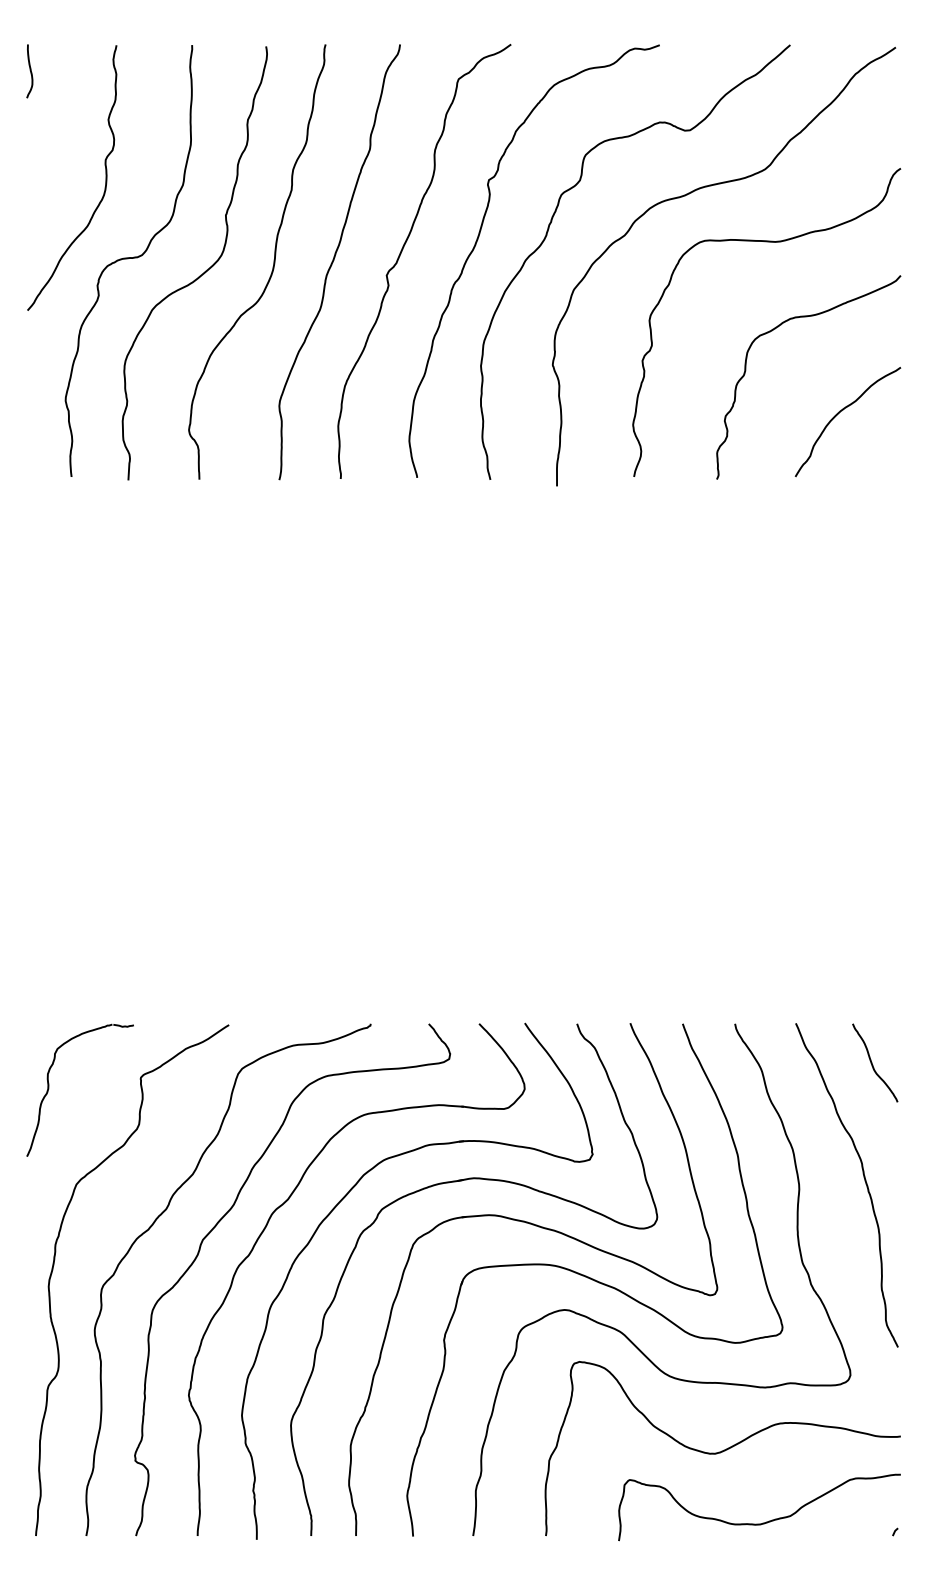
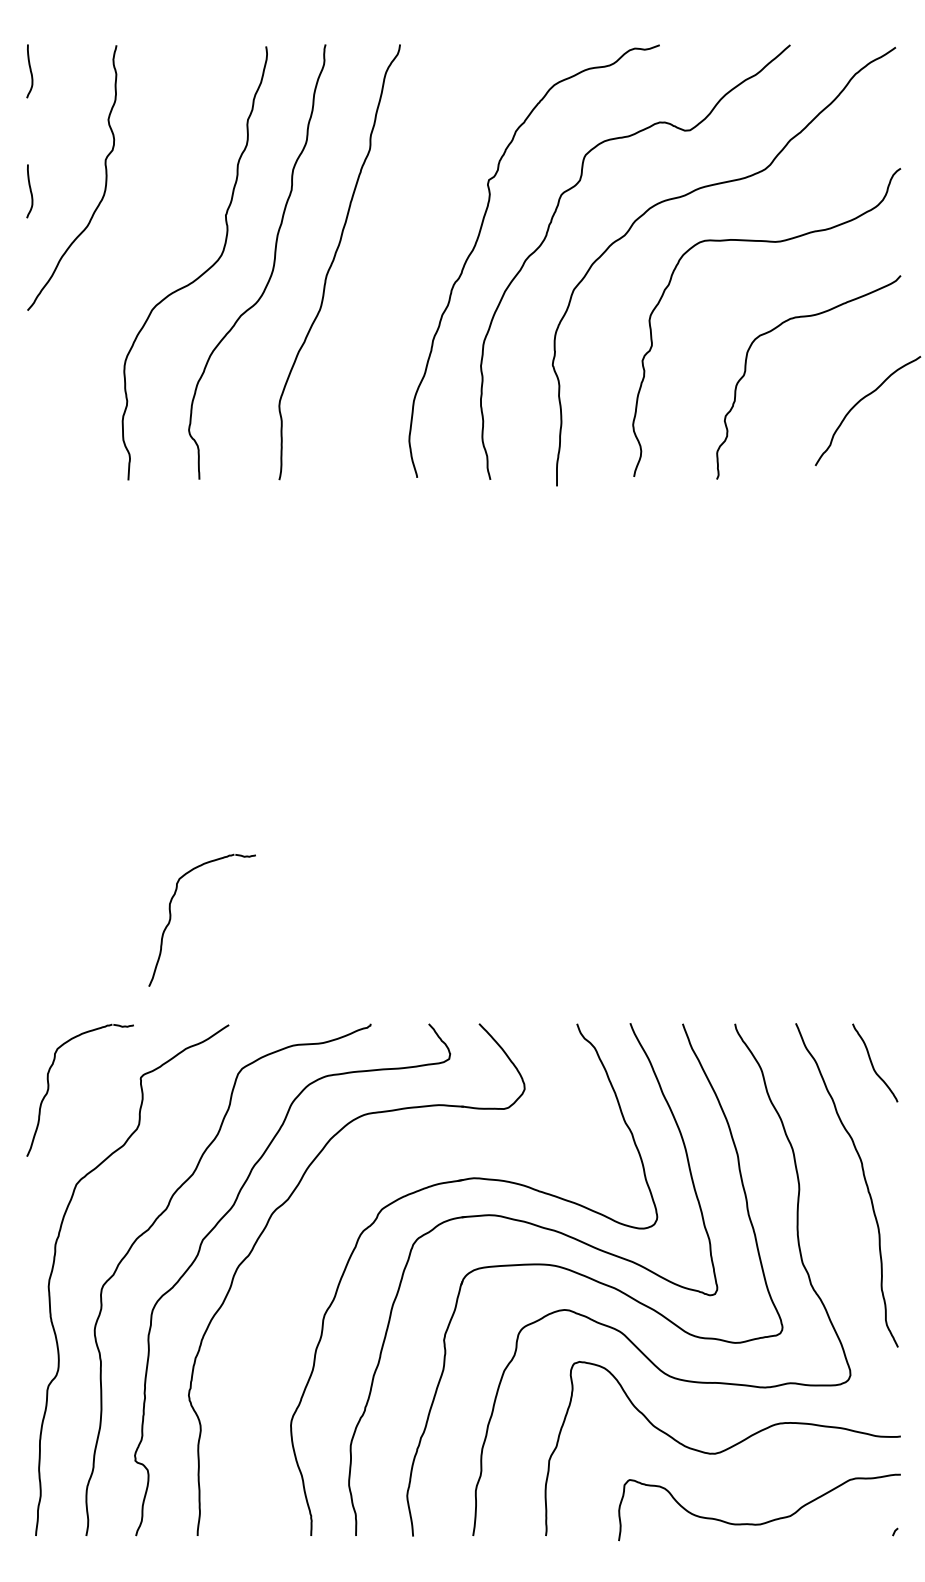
curve at (29, 190): none -> present
curve at (401, 254): present -> none
curve at (128, 259): present -> none
curve at (839, 413) position: (839, 413) -> (859, 402)
part at (171, 919): none -> present
part at (336, 1207): present -> none
